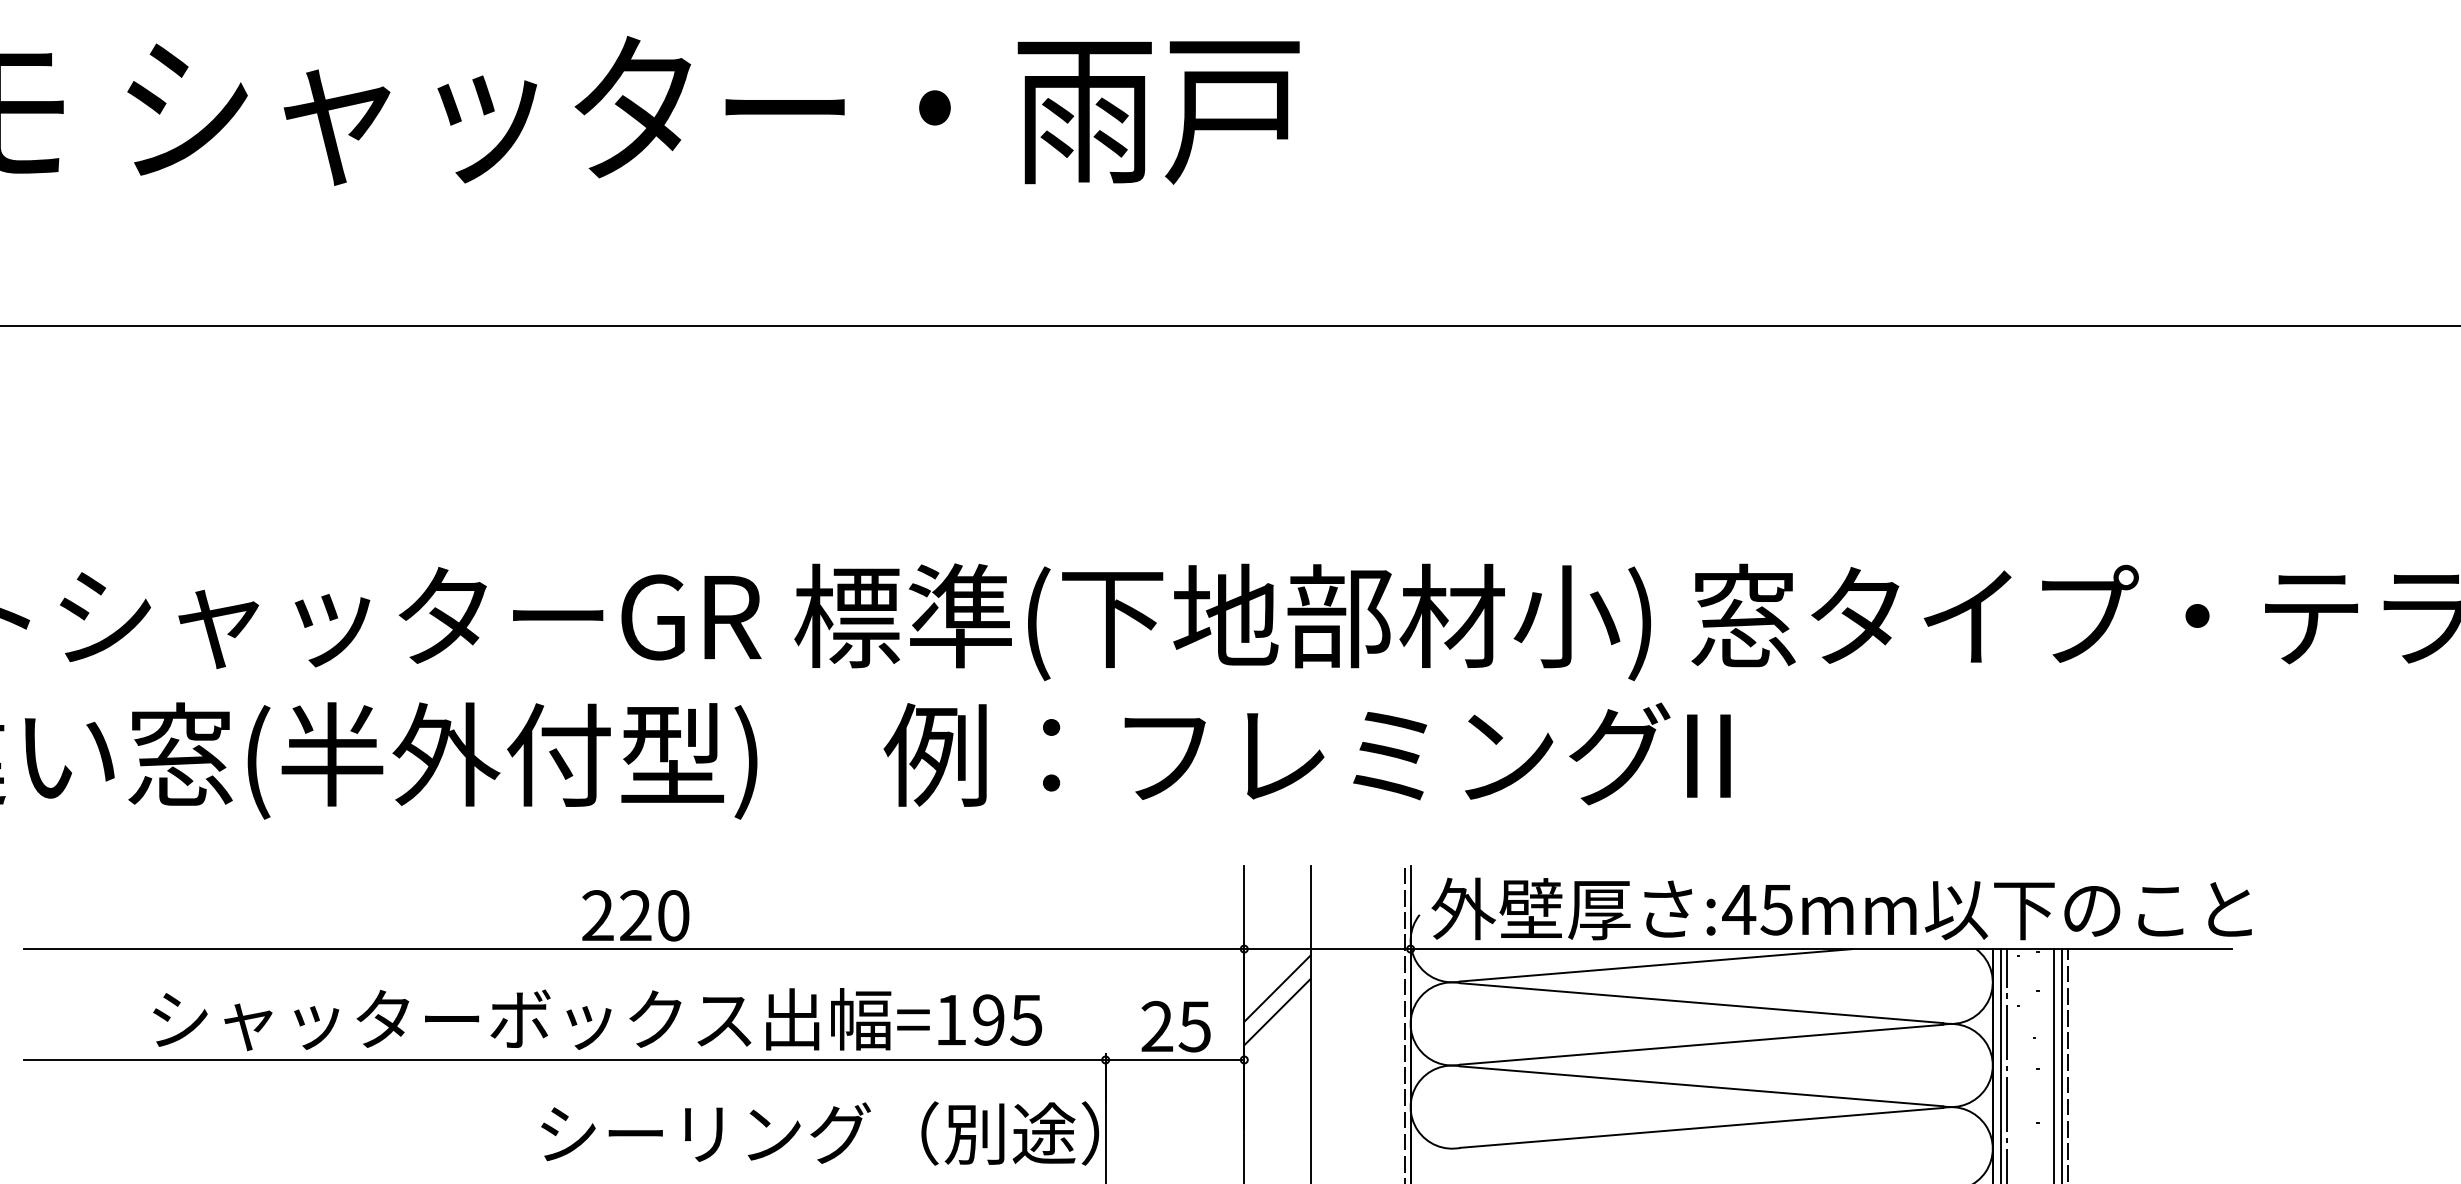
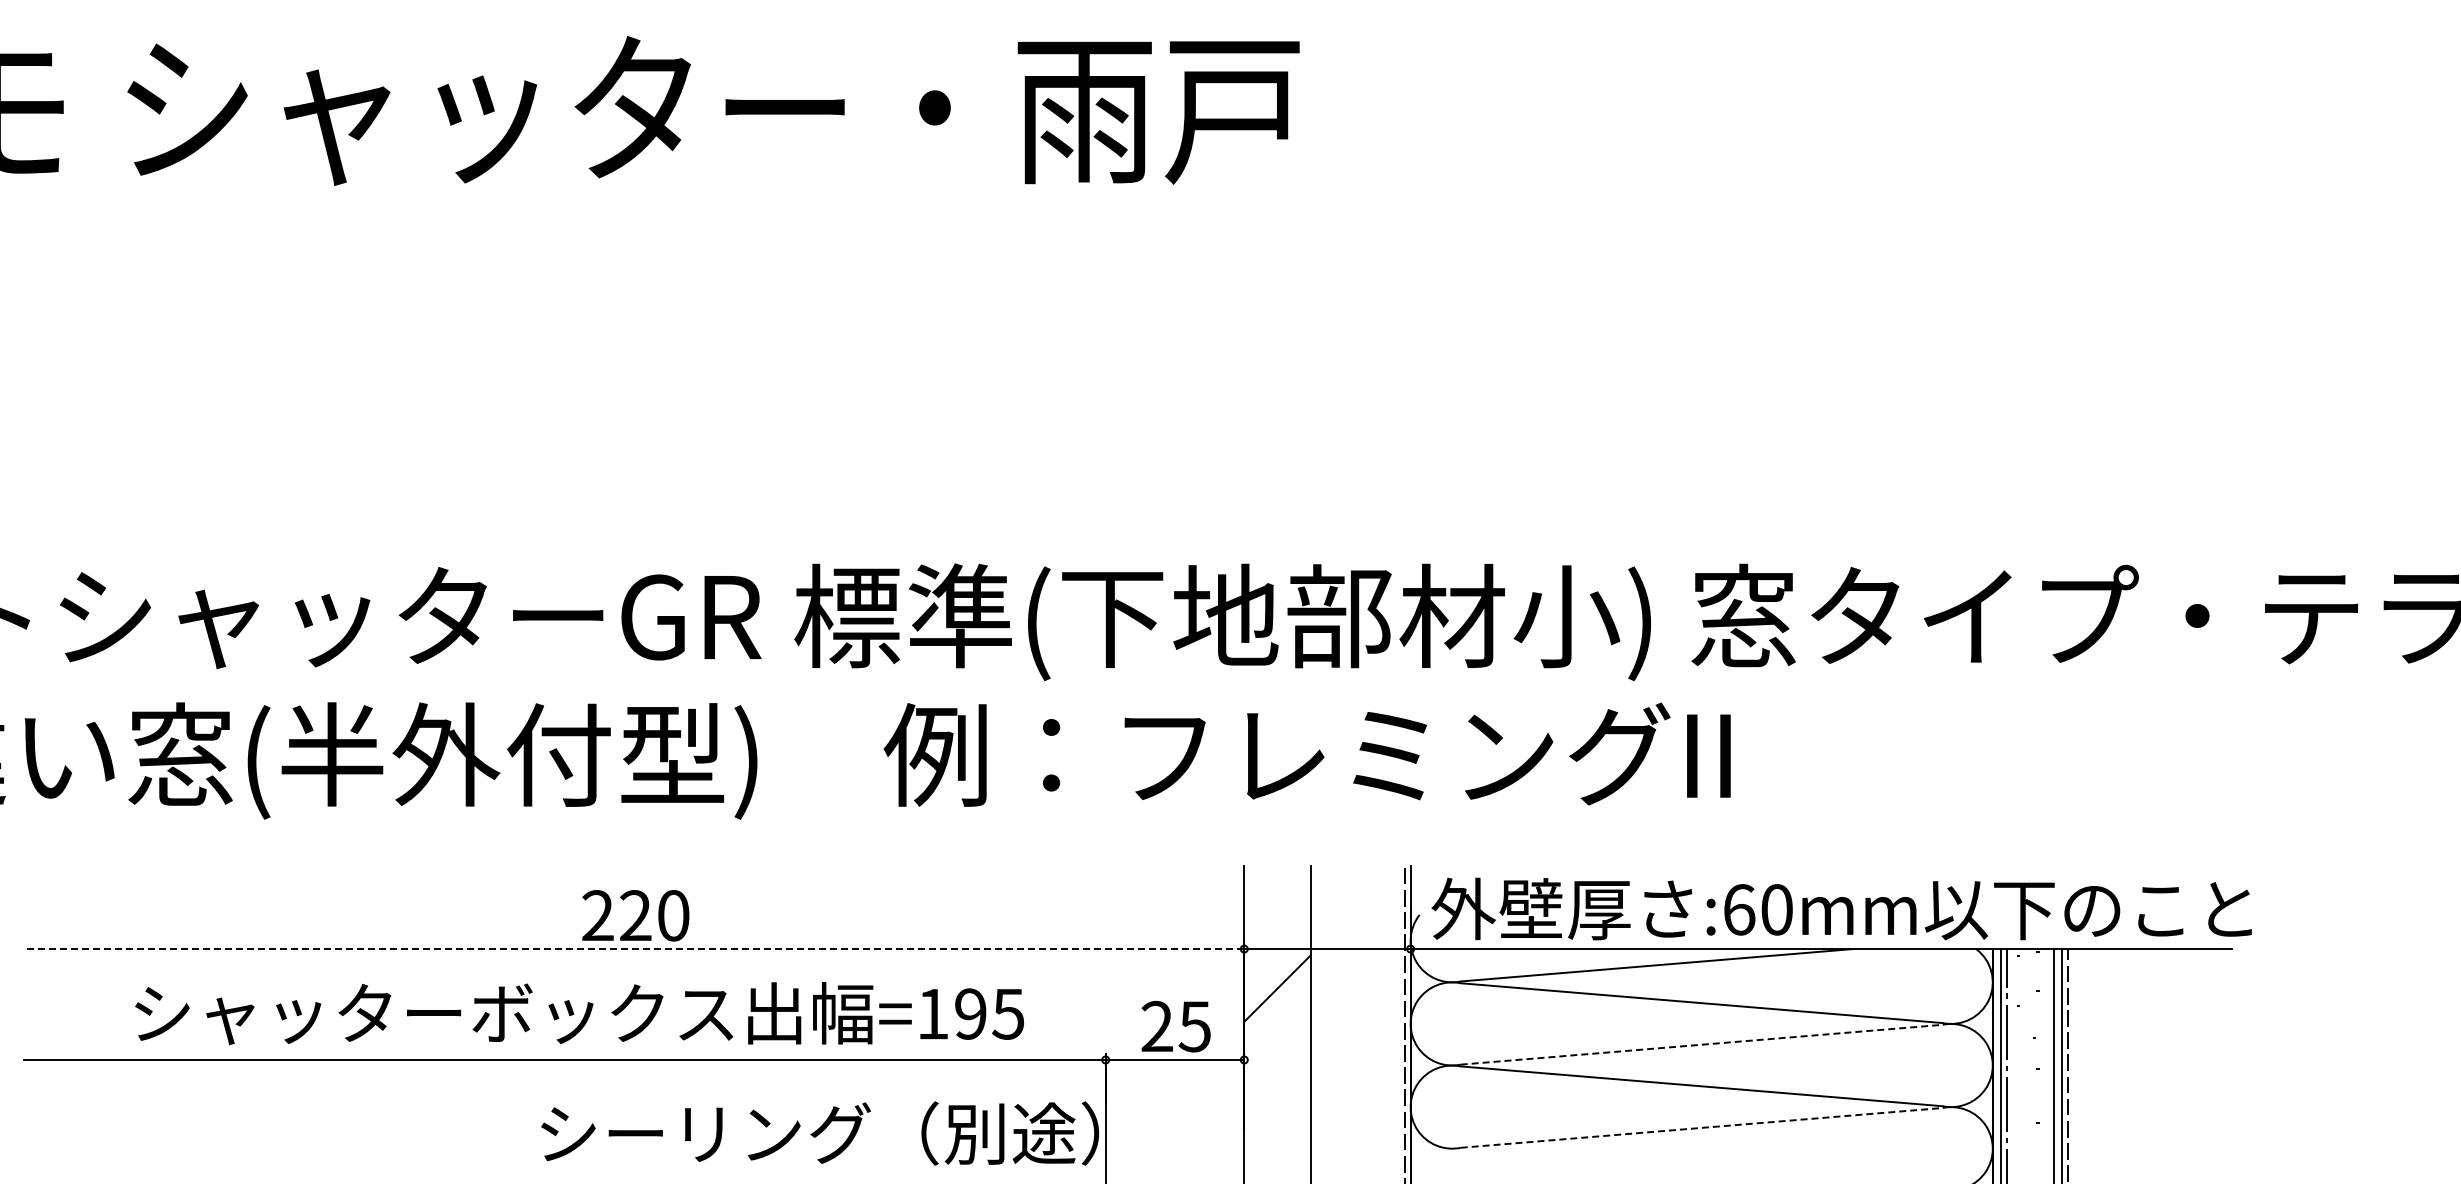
line at (1229, 326): present -> none
text at (1757, 909): :45mm -> :60mm
line at (634, 949): solid -> dashed
line at (1277, 1011): present -> none
text at (597, 1019) position: (597, 1019) -> (579, 1013)
line at (1701, 1044): solid -> dashed
line at (1701, 1127): solid -> dashed
